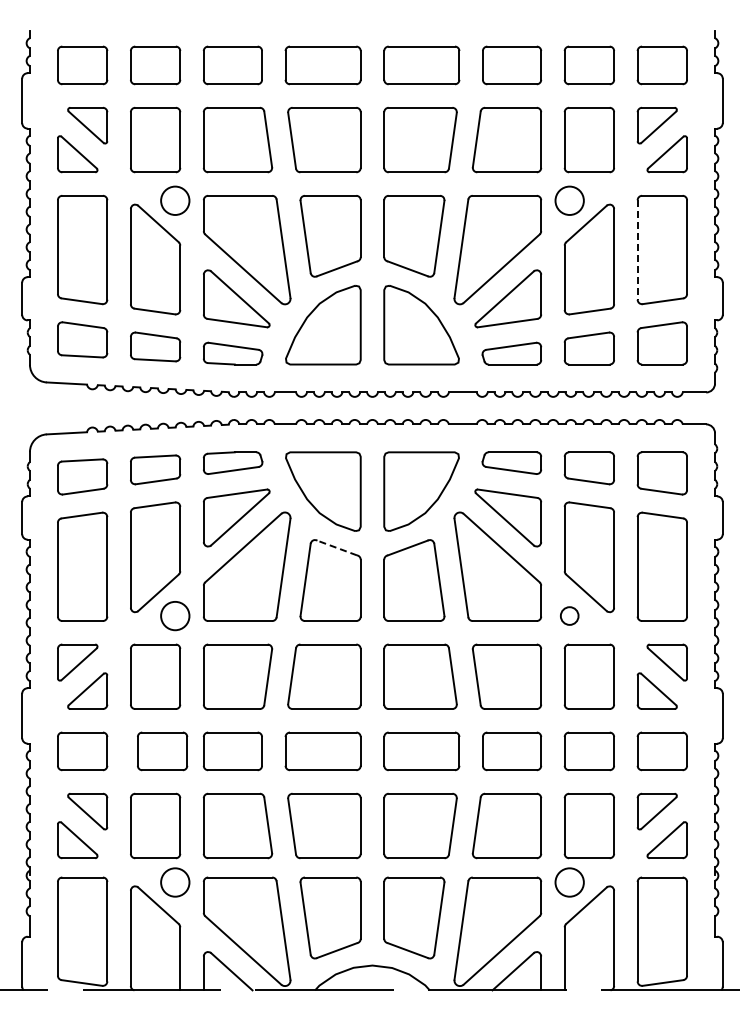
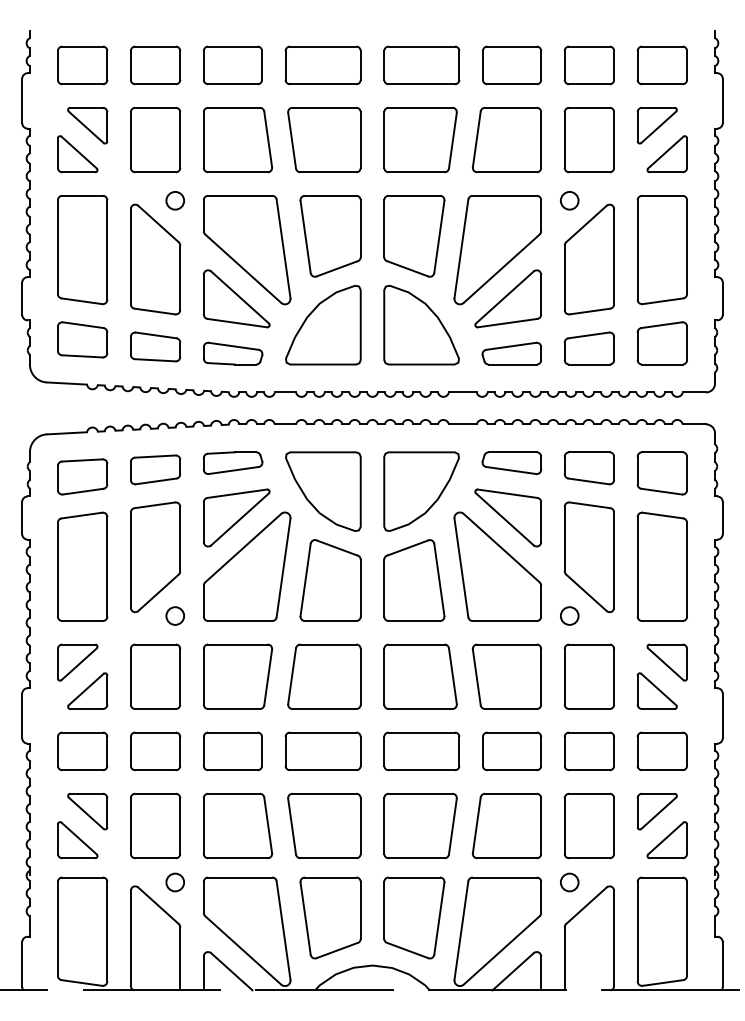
circle at (175, 200) diameter: 28 px -> 18 px
circle at (569, 200) diameter: 28 px -> 18 px
line at (637, 249): dashed -> solid
line at (336, 547): dashed -> solid
circle at (175, 615) diameter: 28 px -> 18 px
part at (162, 751) position: (162, 751) -> (155, 751)
circle at (175, 882) diameter: 28 px -> 18 px
circle at (569, 882) diameter: 28 px -> 18 px
